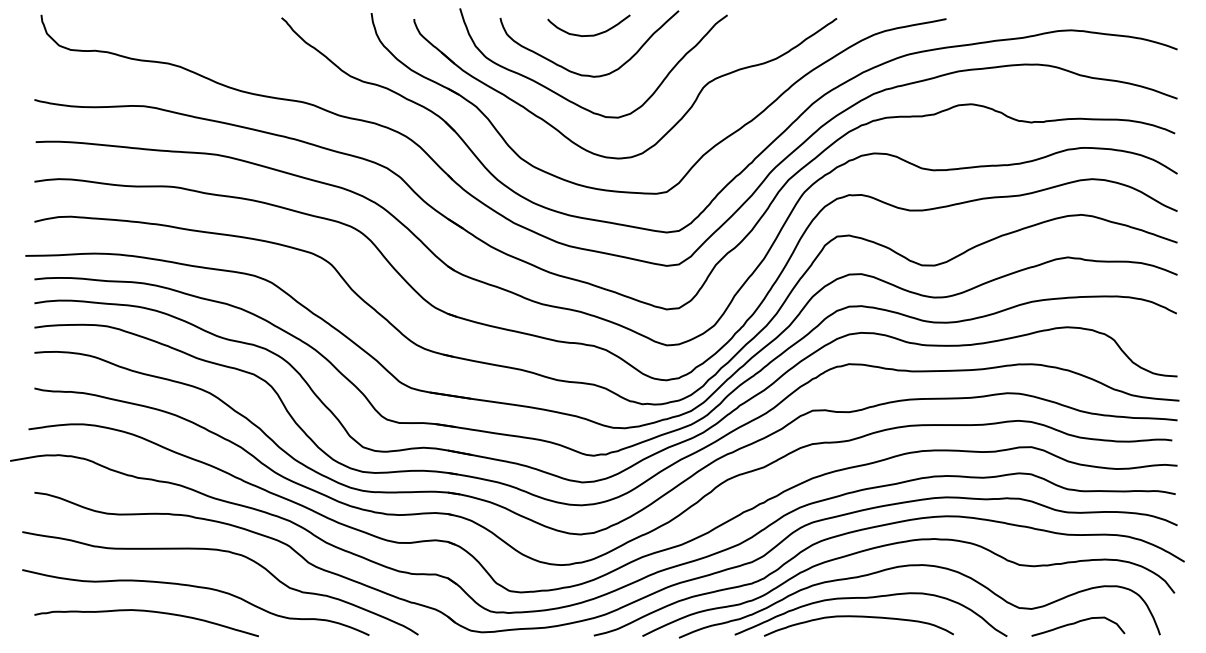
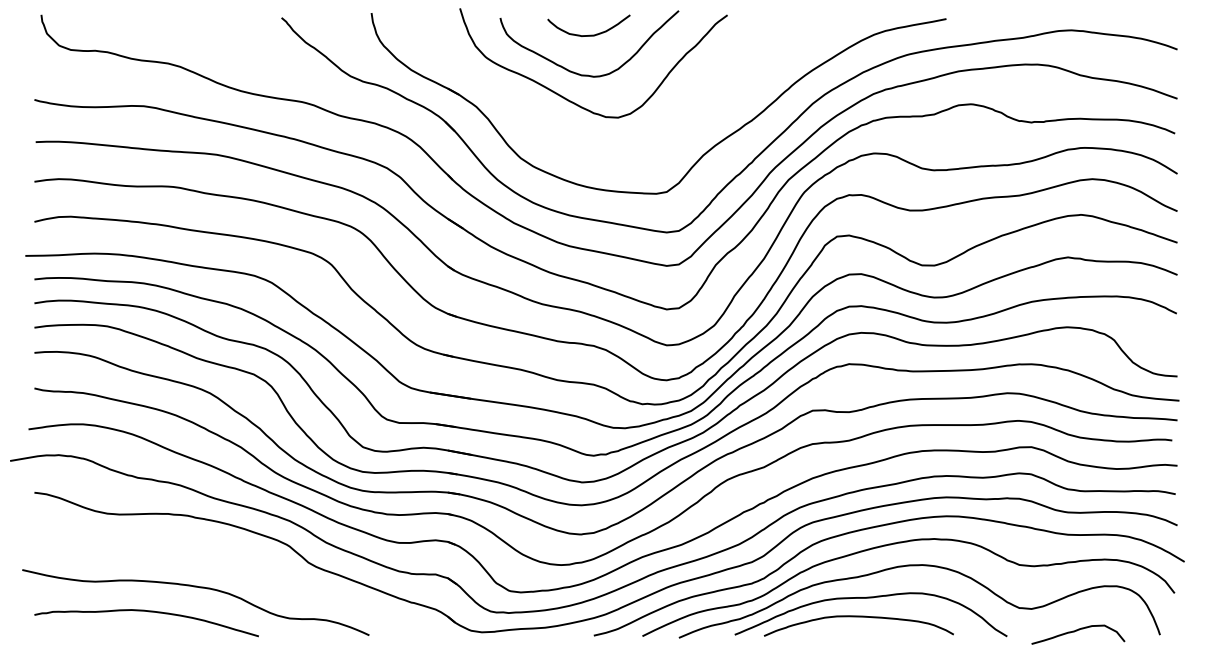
part at (668, 130): present -> none
curve at (225, 552): present -> none
curve at (1077, 623) position: (1077, 623) -> (1077, 631)
